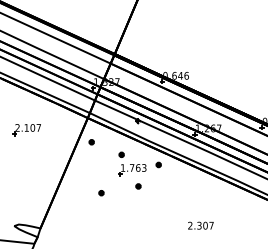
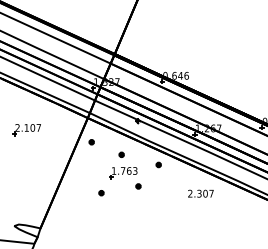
part at (132, 170) position: (132, 170) -> (123, 173)
text at (200, 225) position: (200, 225) -> (200, 193)
